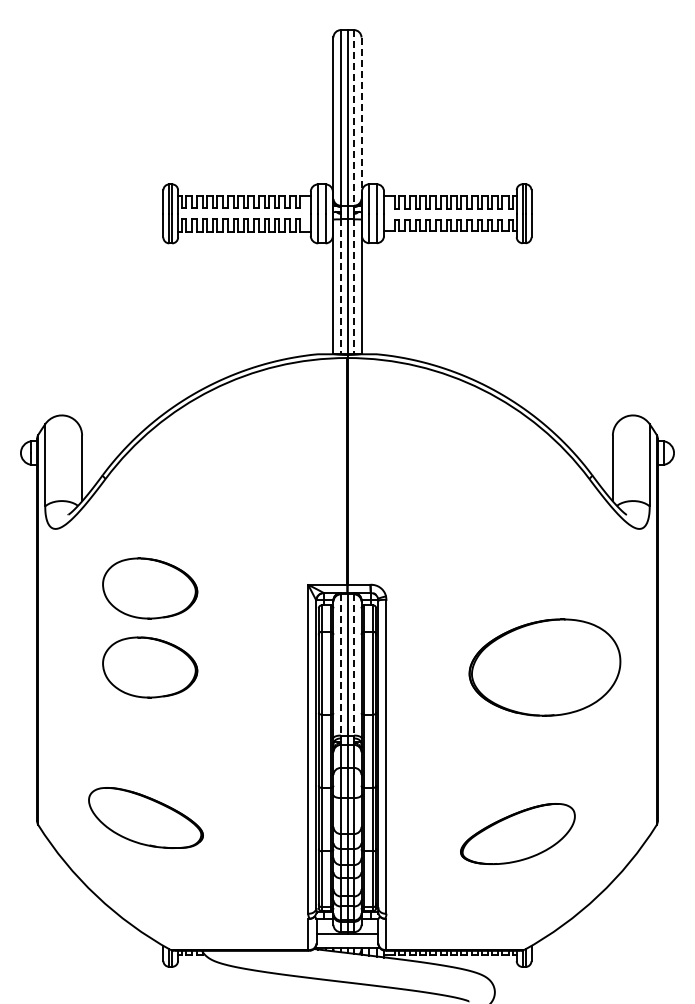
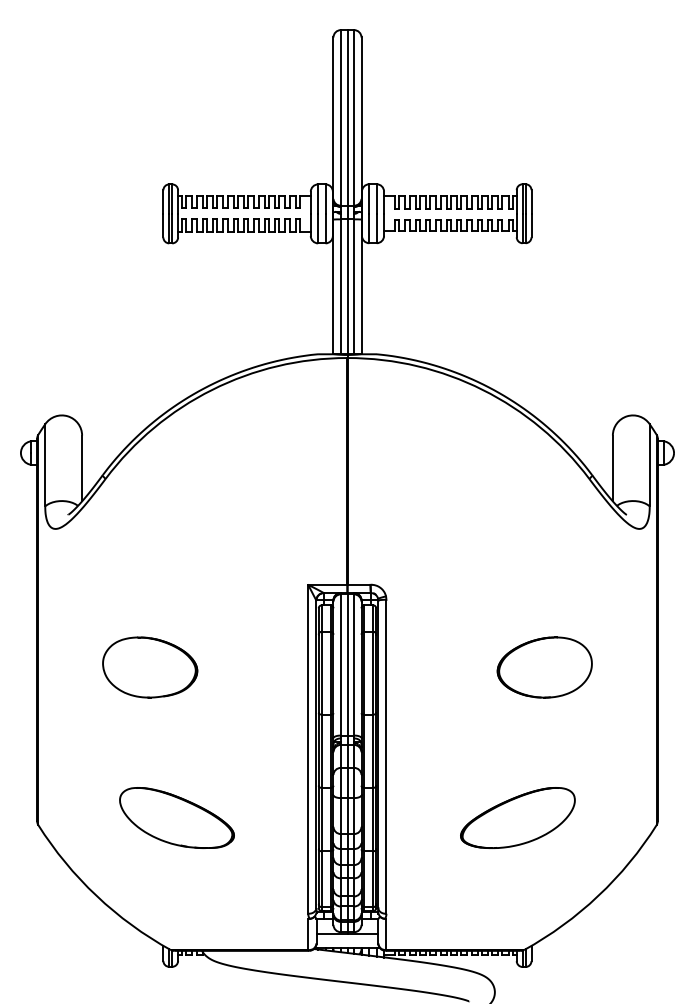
line at (354, 117): dashed -> solid
line at (361, 118): dashed -> solid
line at (340, 287): dashed -> solid
line at (354, 287): dashed -> solid
part at (150, 588): present -> none
line at (340, 664): dashed -> solid
line at (354, 664): dashed -> solid
part at (544, 667) size: 154x99 px -> 97x63 px
part at (145, 817) position: (145, 817) -> (176, 817)
part at (517, 833) position: (517, 833) -> (517, 817)
